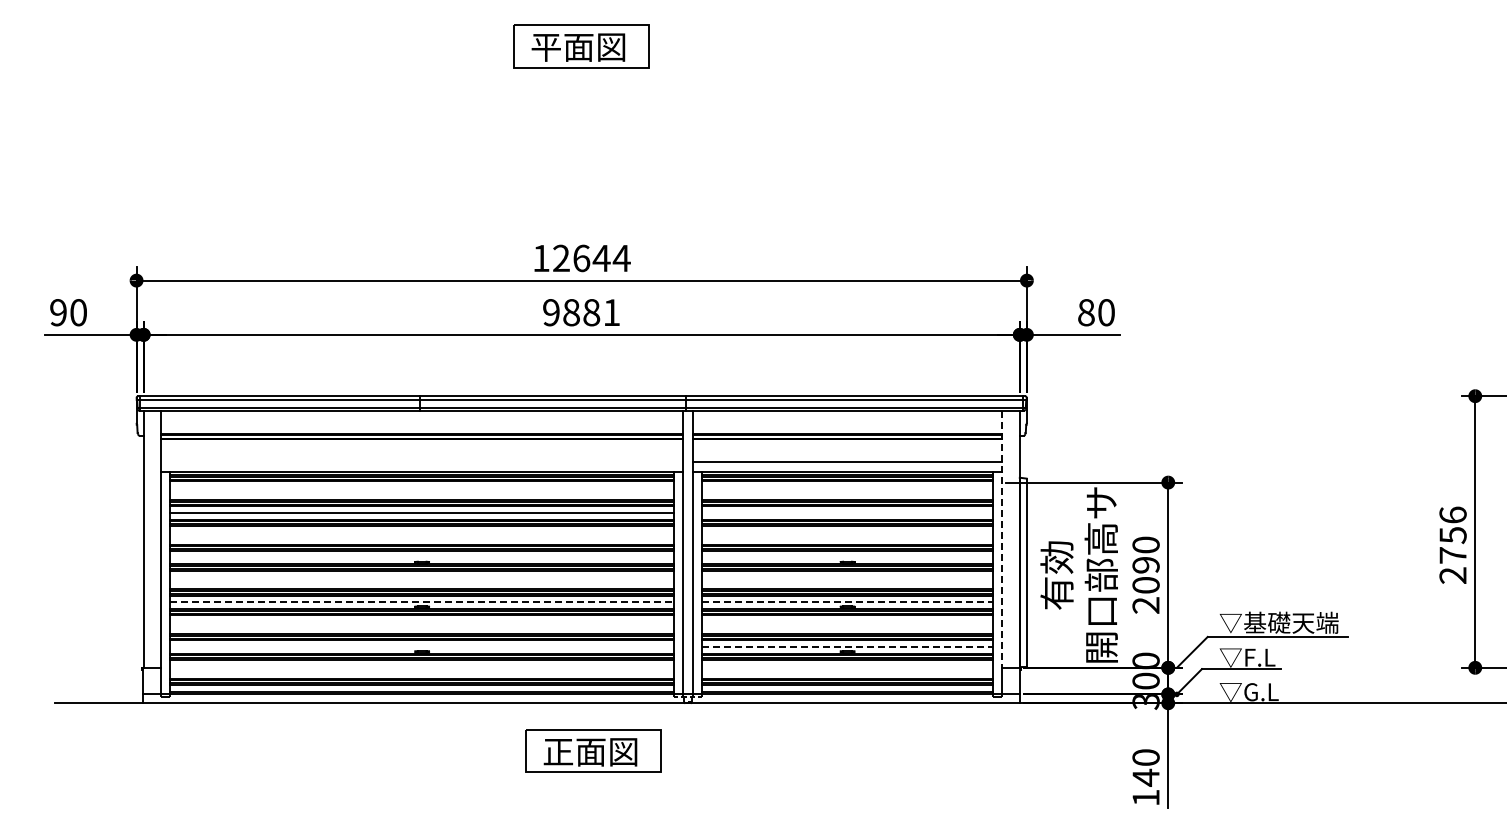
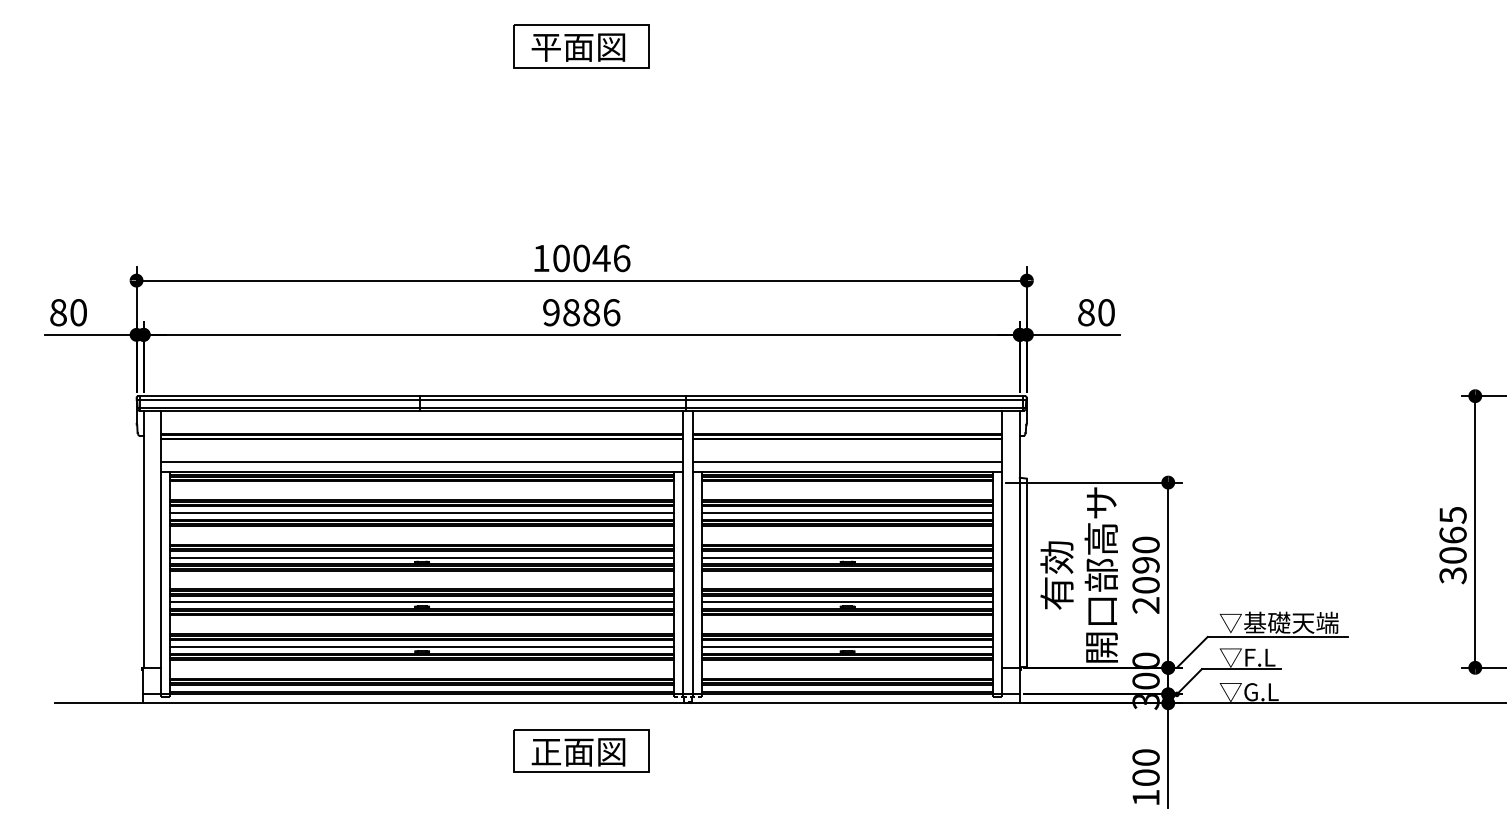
text at (591, 258): 12644 -> 10046
text at (58, 312): 90 -> 80
text at (612, 312): 9881 -> 9886
line at (421, 461): none -> present
line at (847, 513): none -> present
line at (1001, 539): dashed -> solid
text at (1452, 545): 2756 -> 3065
line at (422, 557): none -> present
line at (847, 557): none -> present
line at (422, 602): dashed -> solid
line at (847, 602): dashed -> solid
line at (422, 647): none -> present
line at (847, 647): dashed -> solid
part at (593, 750) position: (593, 750) -> (581, 750)
text at (1145, 777): 140 -> 100
